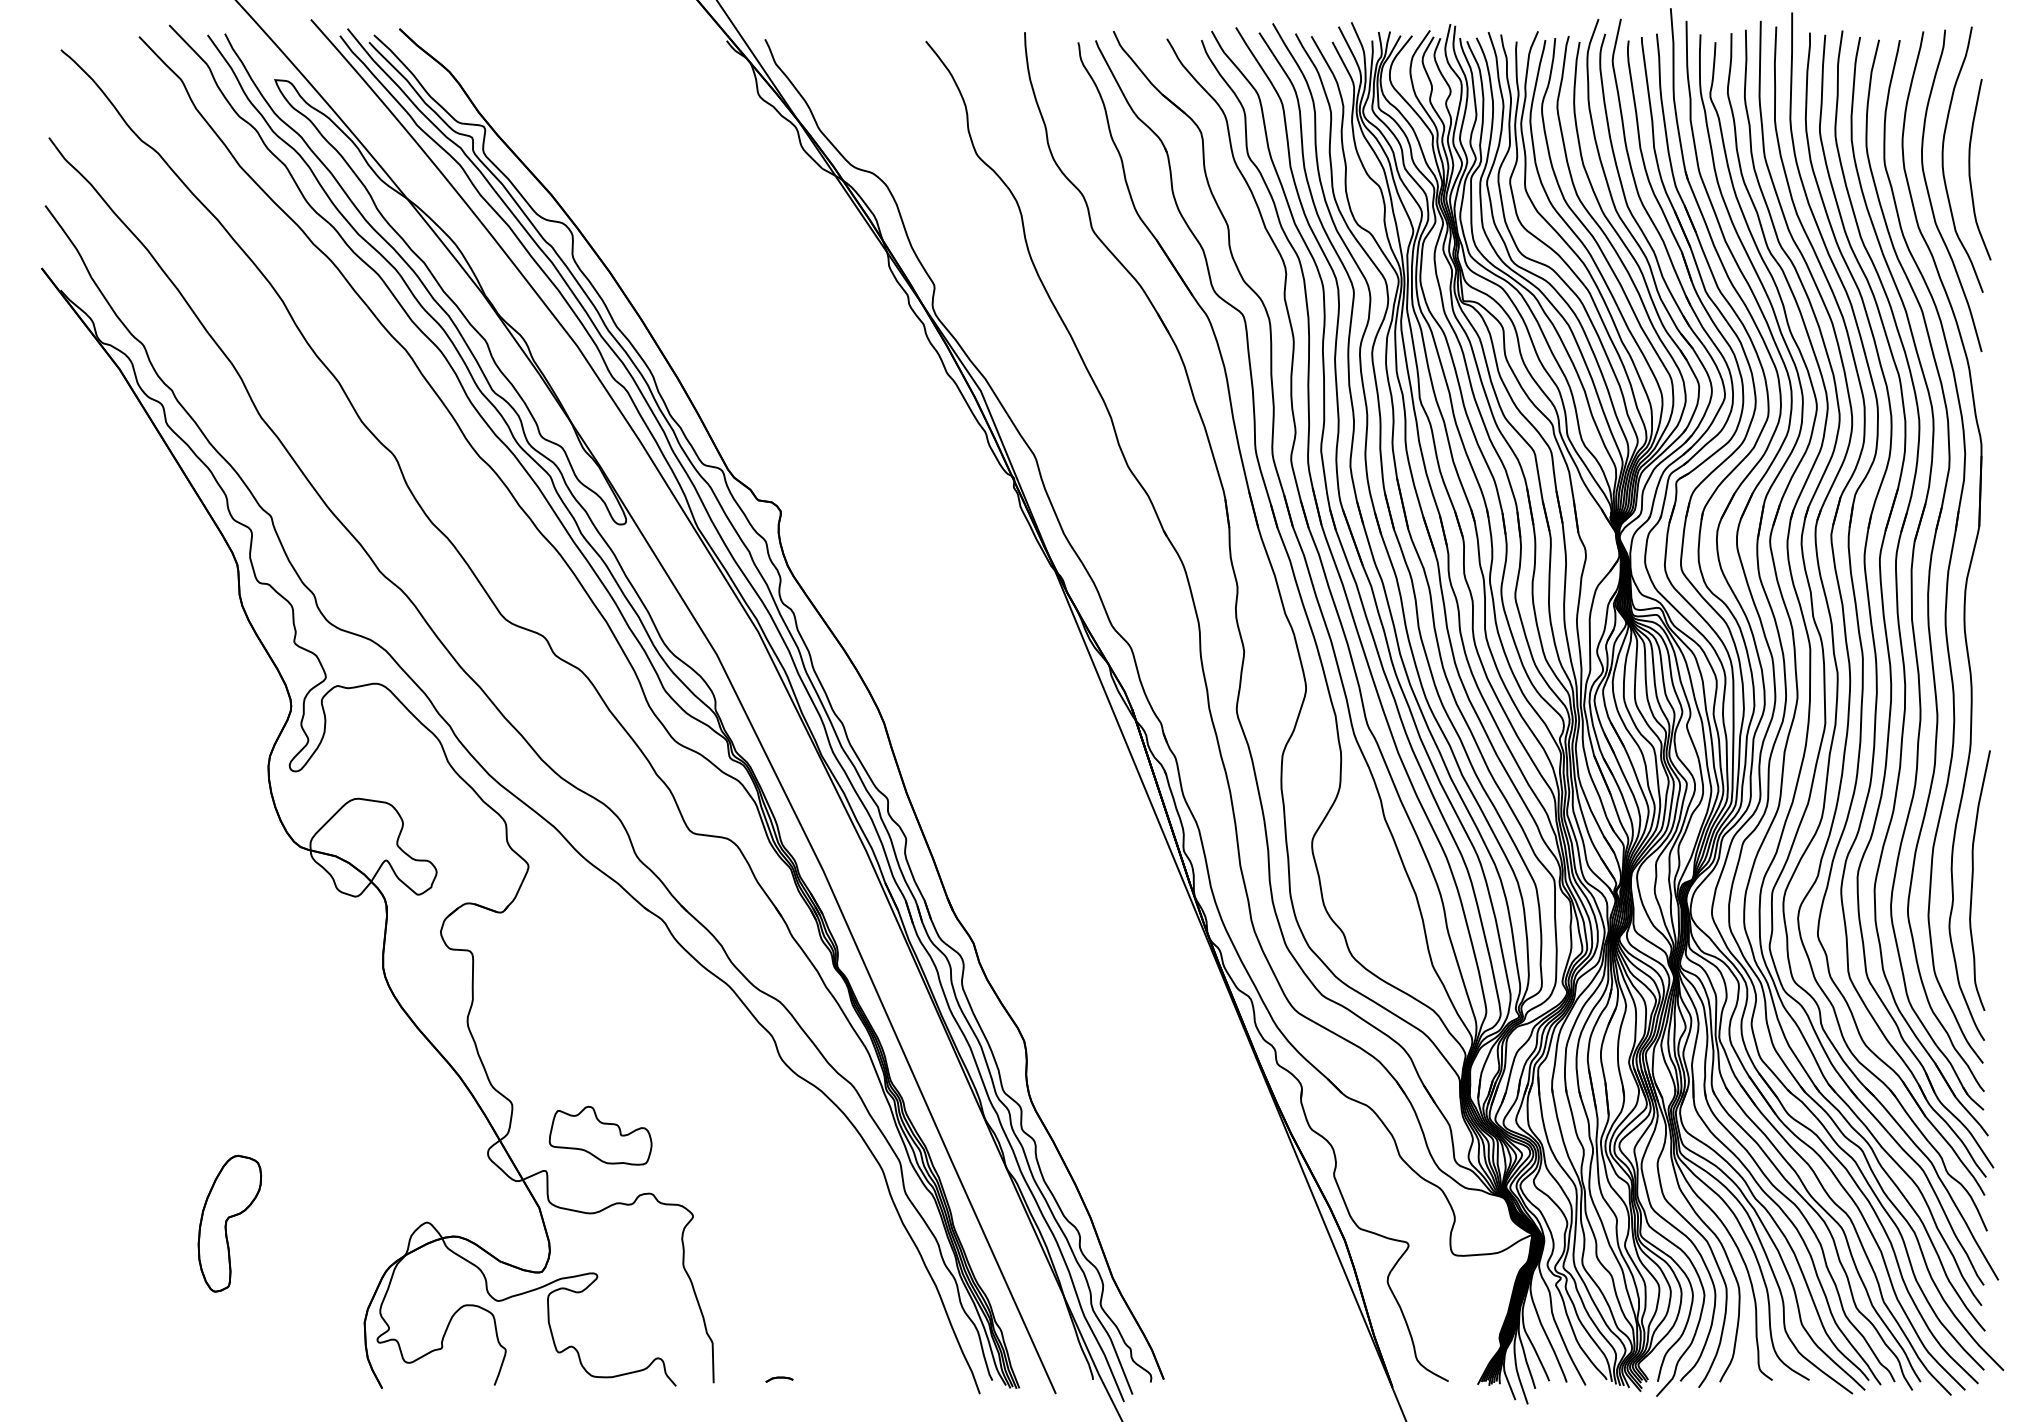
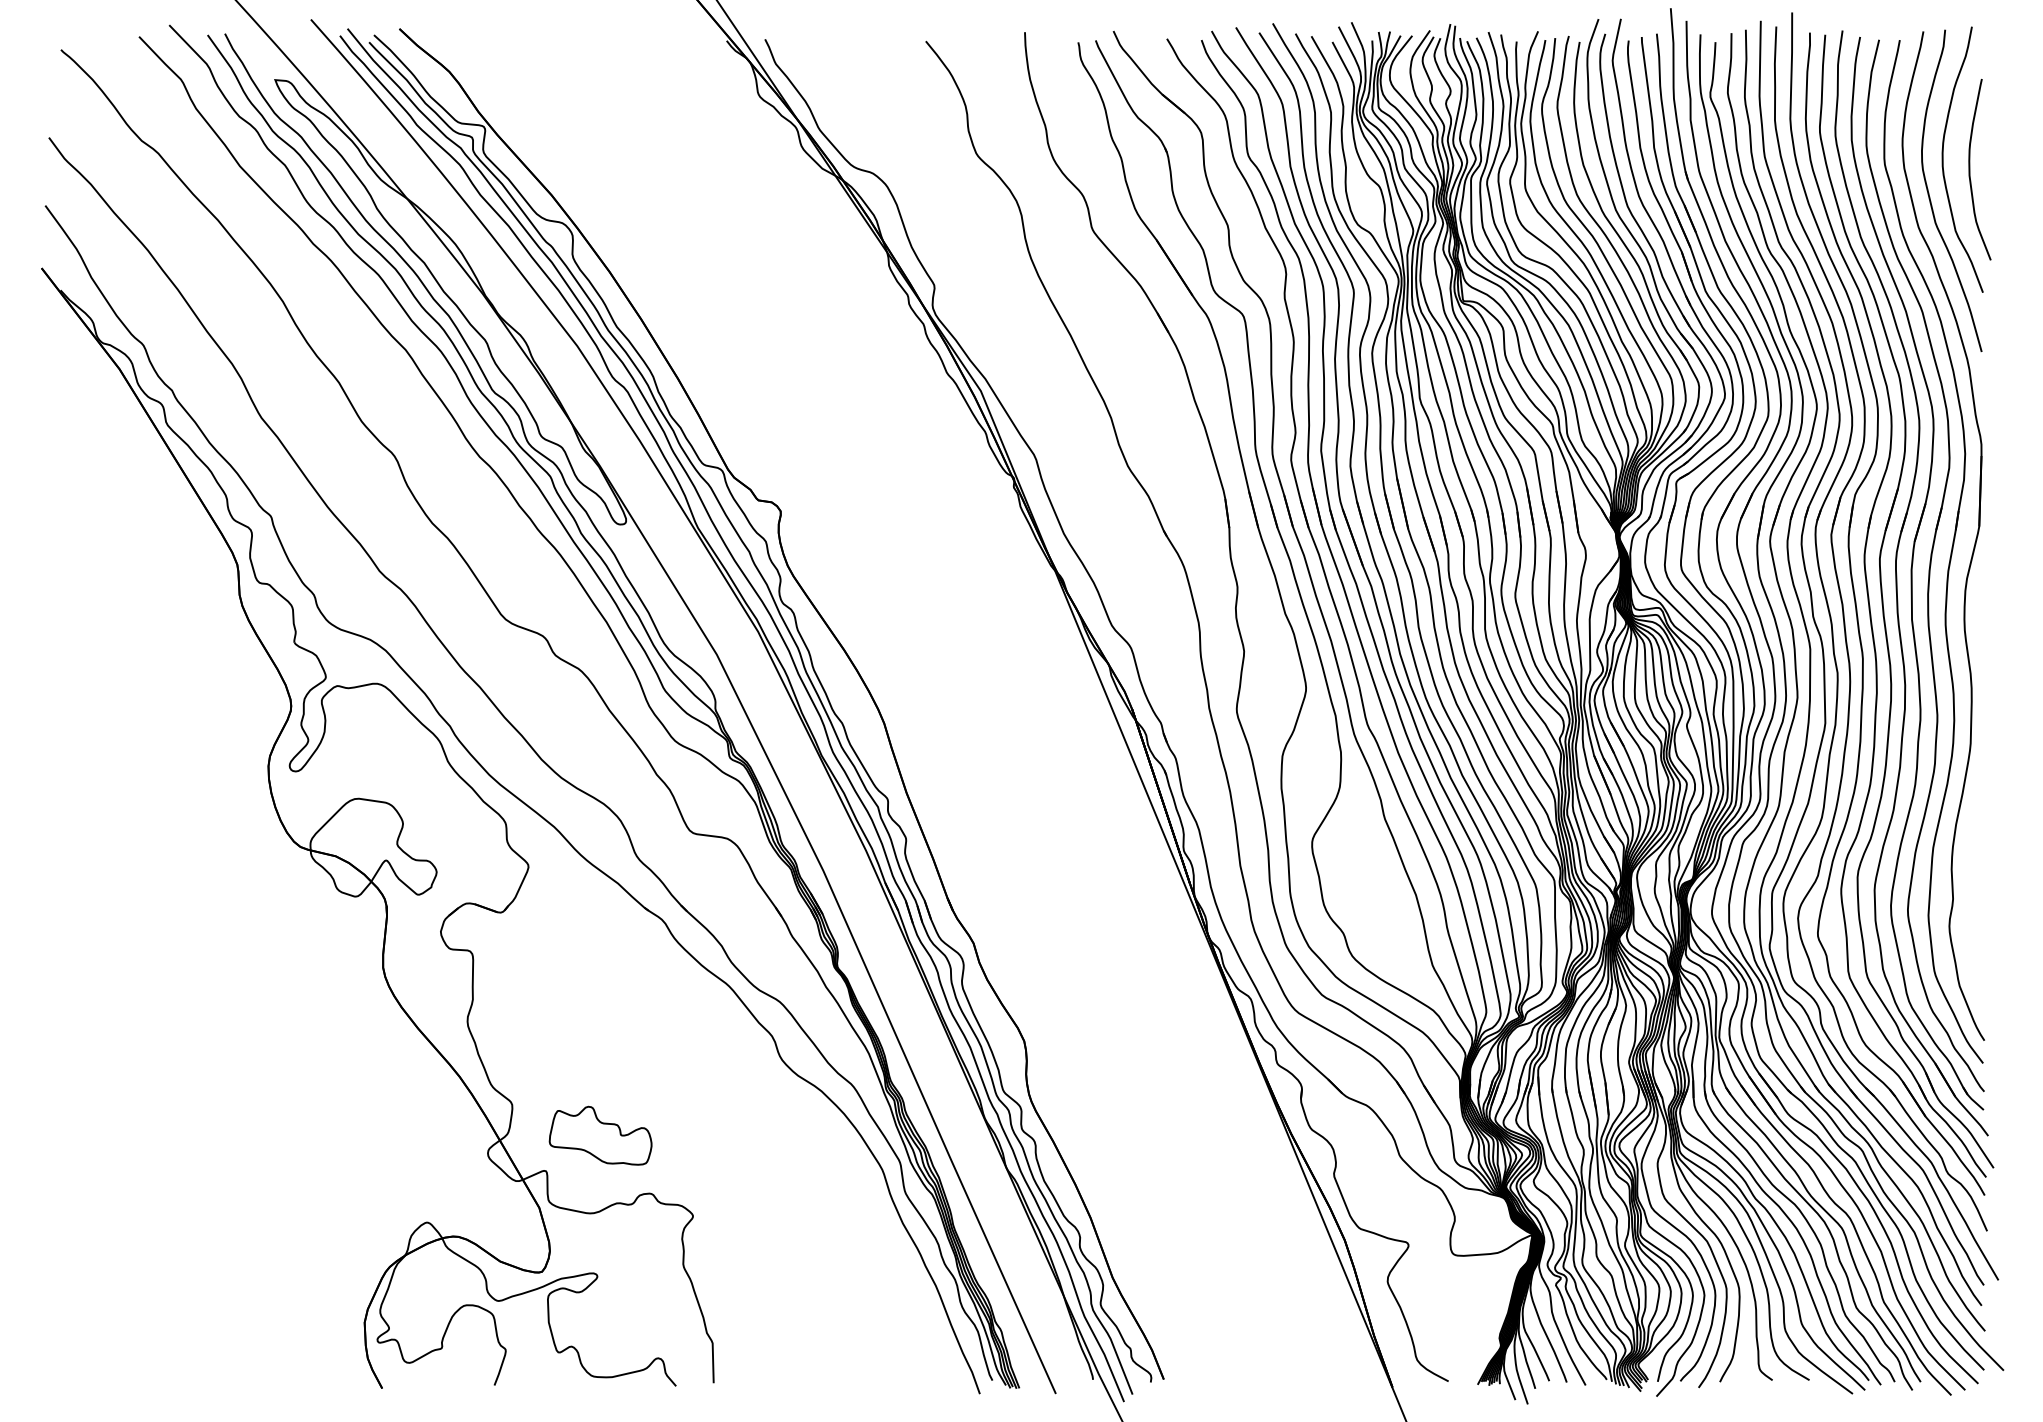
curve at (1973, 880): present -> none
part at (229, 1223): present -> none
part at (779, 1379): present -> none
